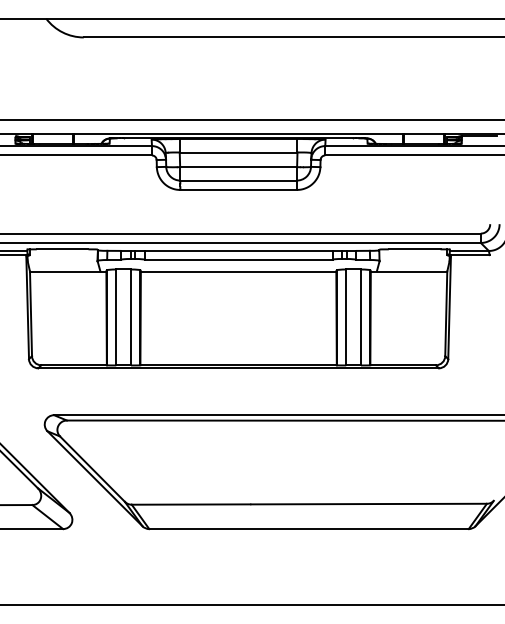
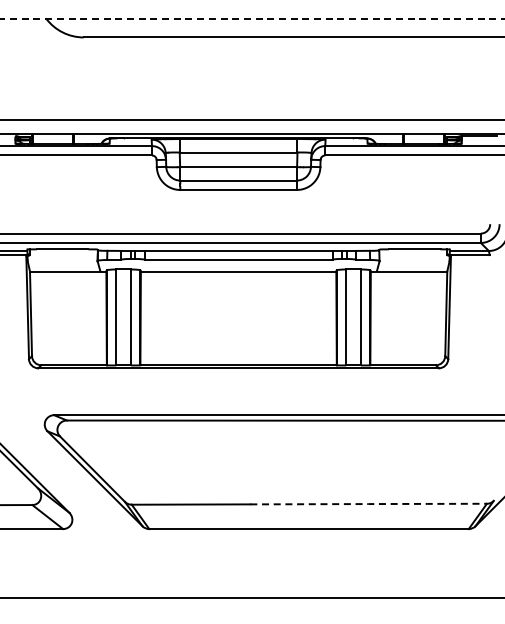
line at (252, 18): solid -> dashed
line at (369, 504): solid -> dashed
line at (251, 605) position: (251, 605) -> (251, 598)
